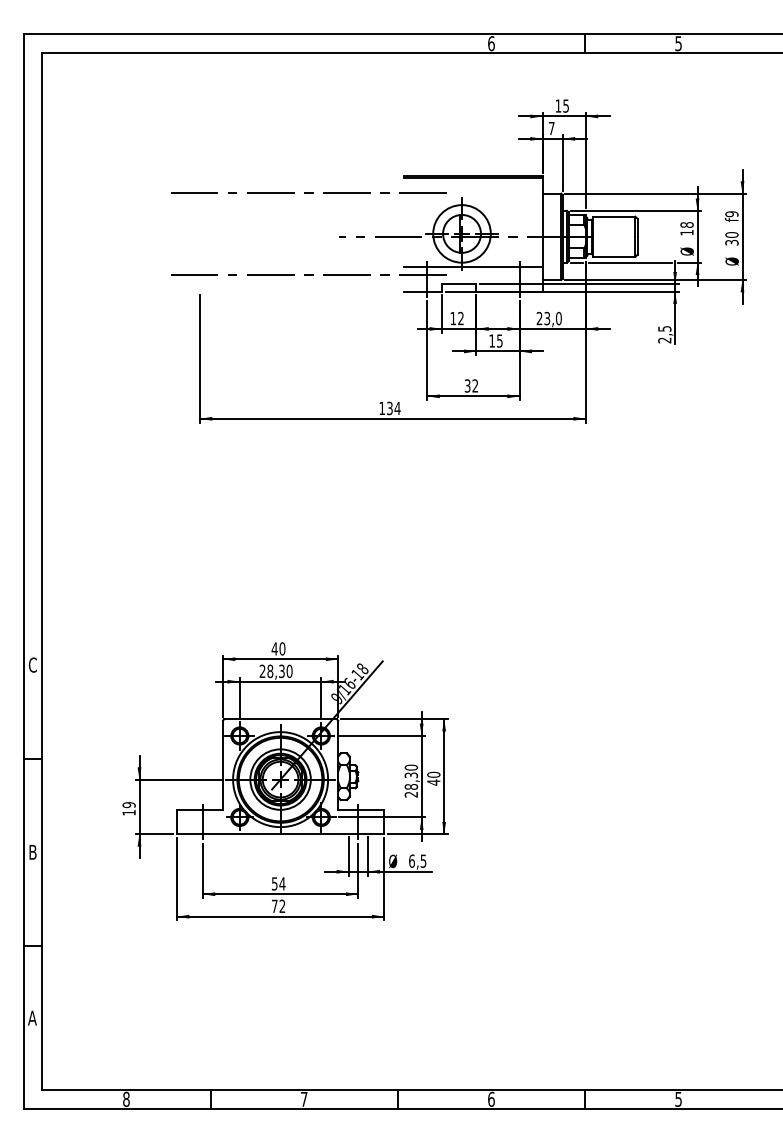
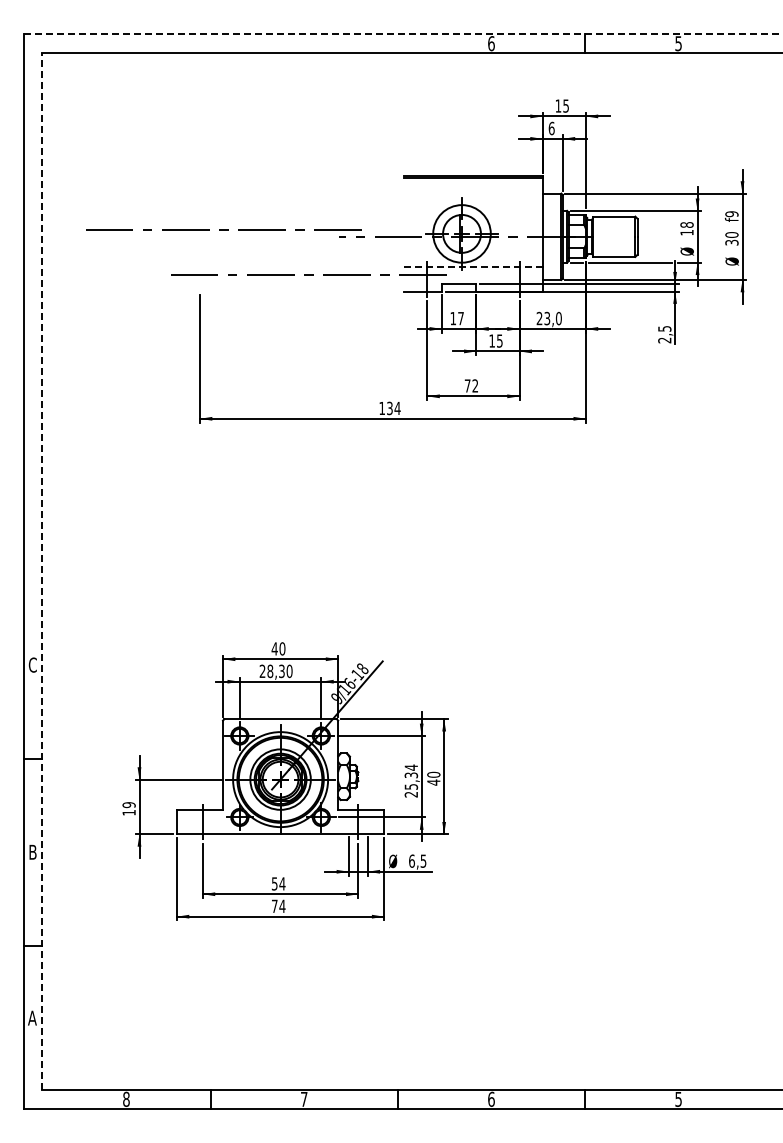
line at (403, 34): solid -> dashed
text at (551, 128): 7 -> 6
line at (308, 192) position: (308, 192) -> (223, 229)
line at (473, 267): solid -> dashed
text at (460, 318): 12 -> 17
text at (467, 385): 32 -> 72
line at (42, 571): solid -> dashed
text at (411, 776): 28,30 -> 25,34
text at (282, 905): 72 -> 74
